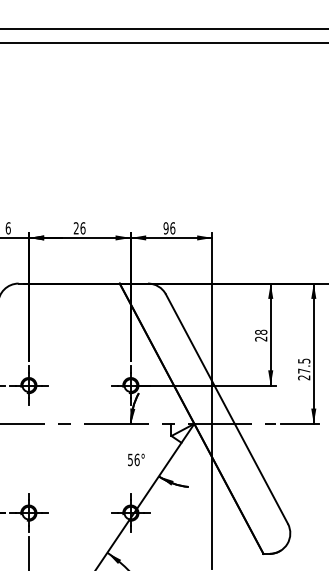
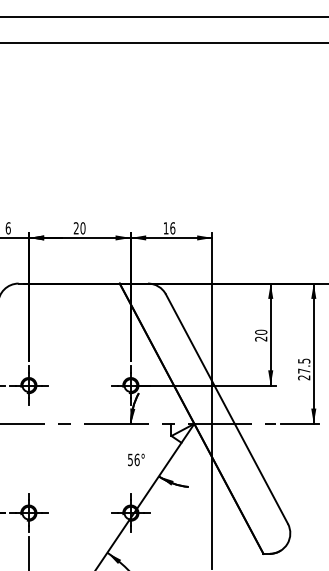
line at (163, 29) position: (163, 29) -> (163, 17)
text at (82, 228): 26 -> 20
text at (165, 228): 96 -> 16
text at (261, 331): 28 -> 20
